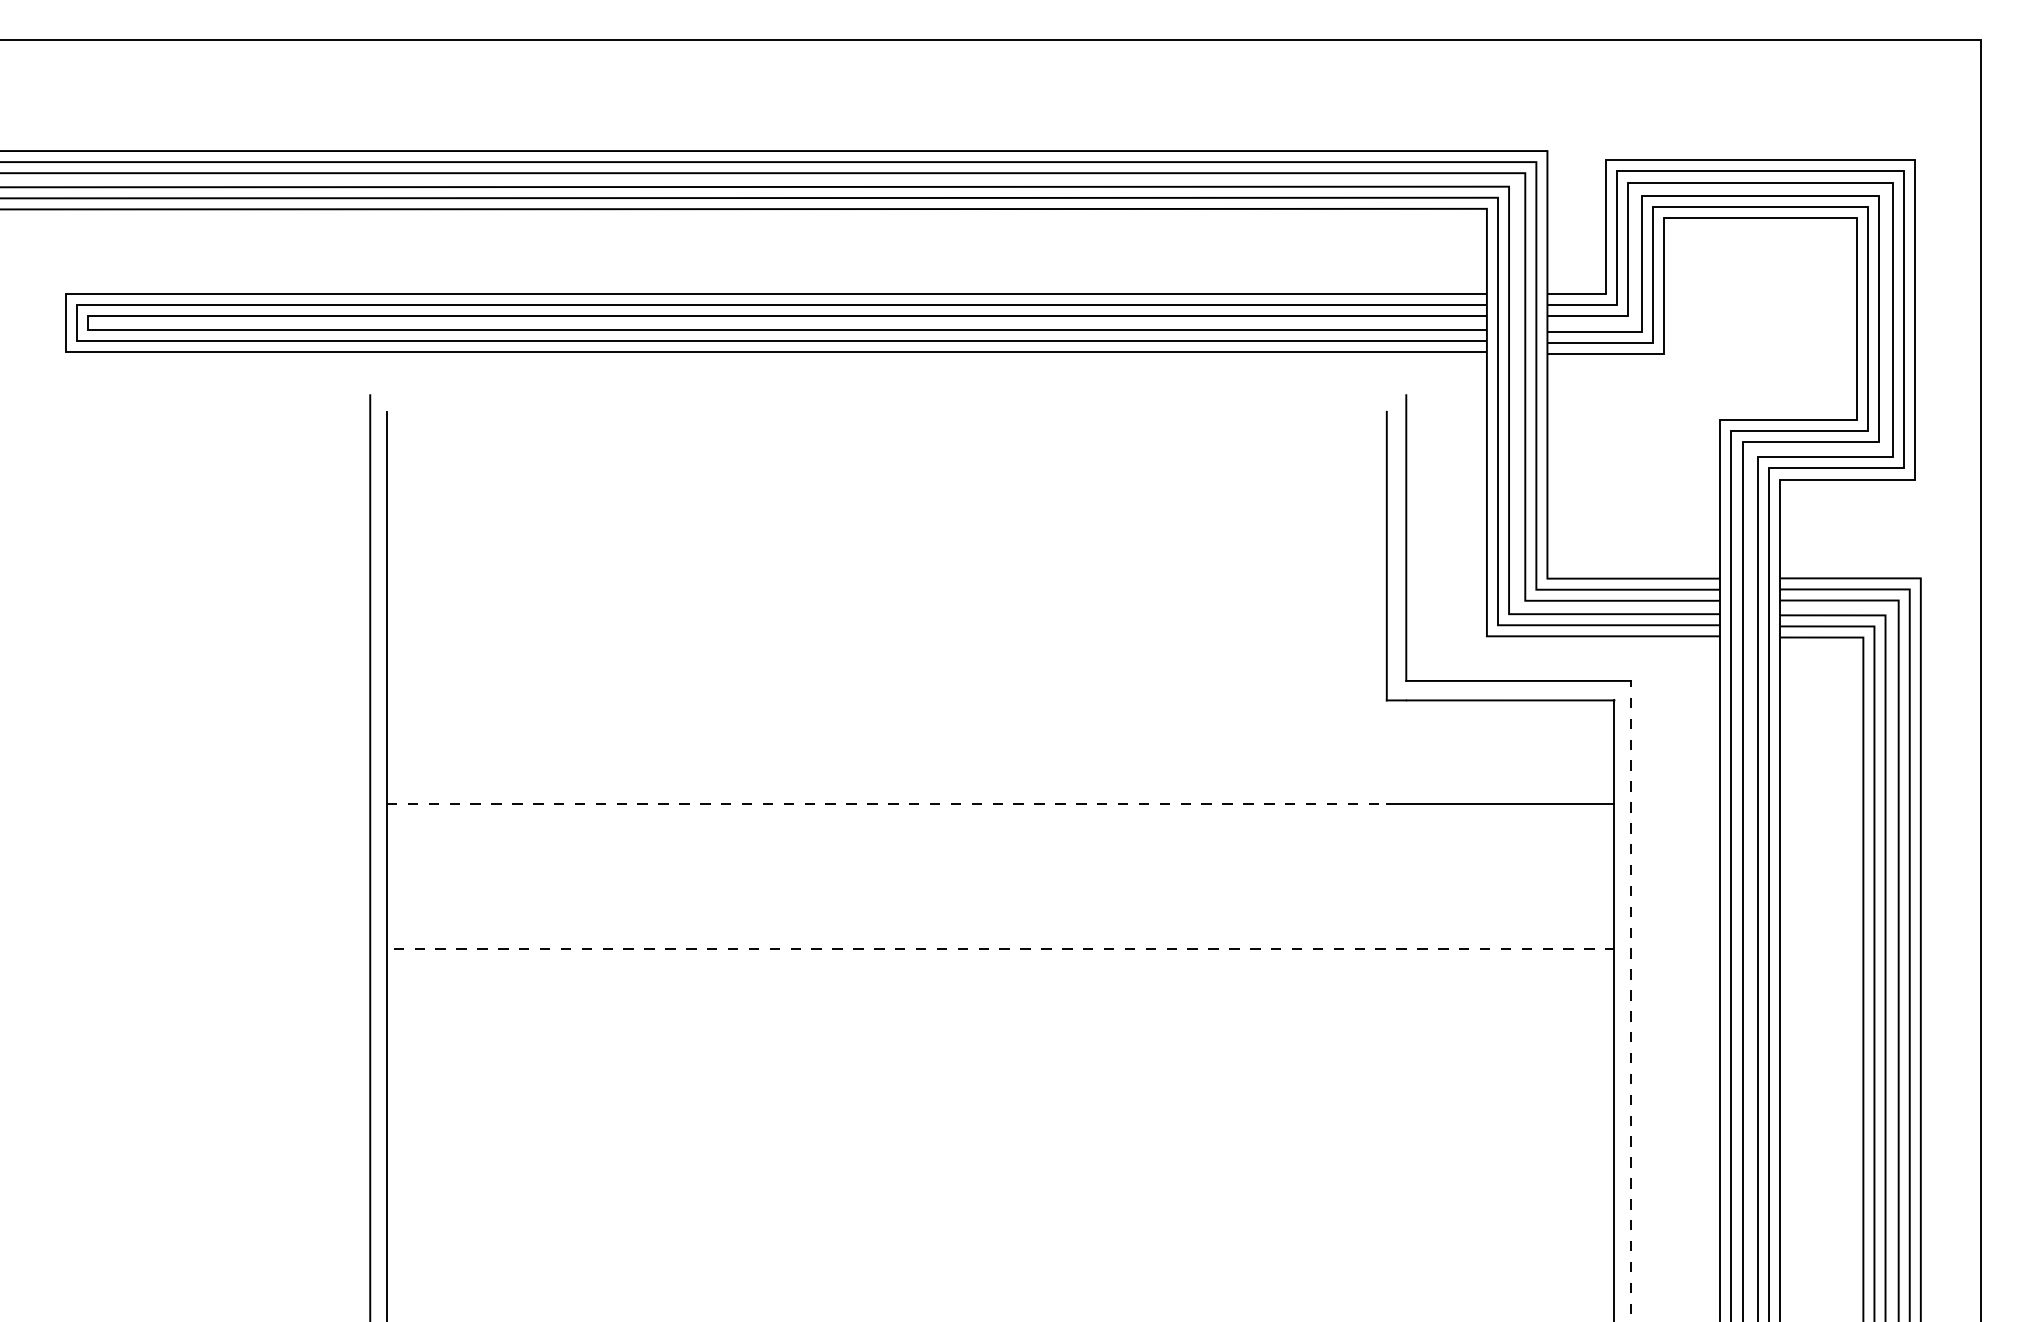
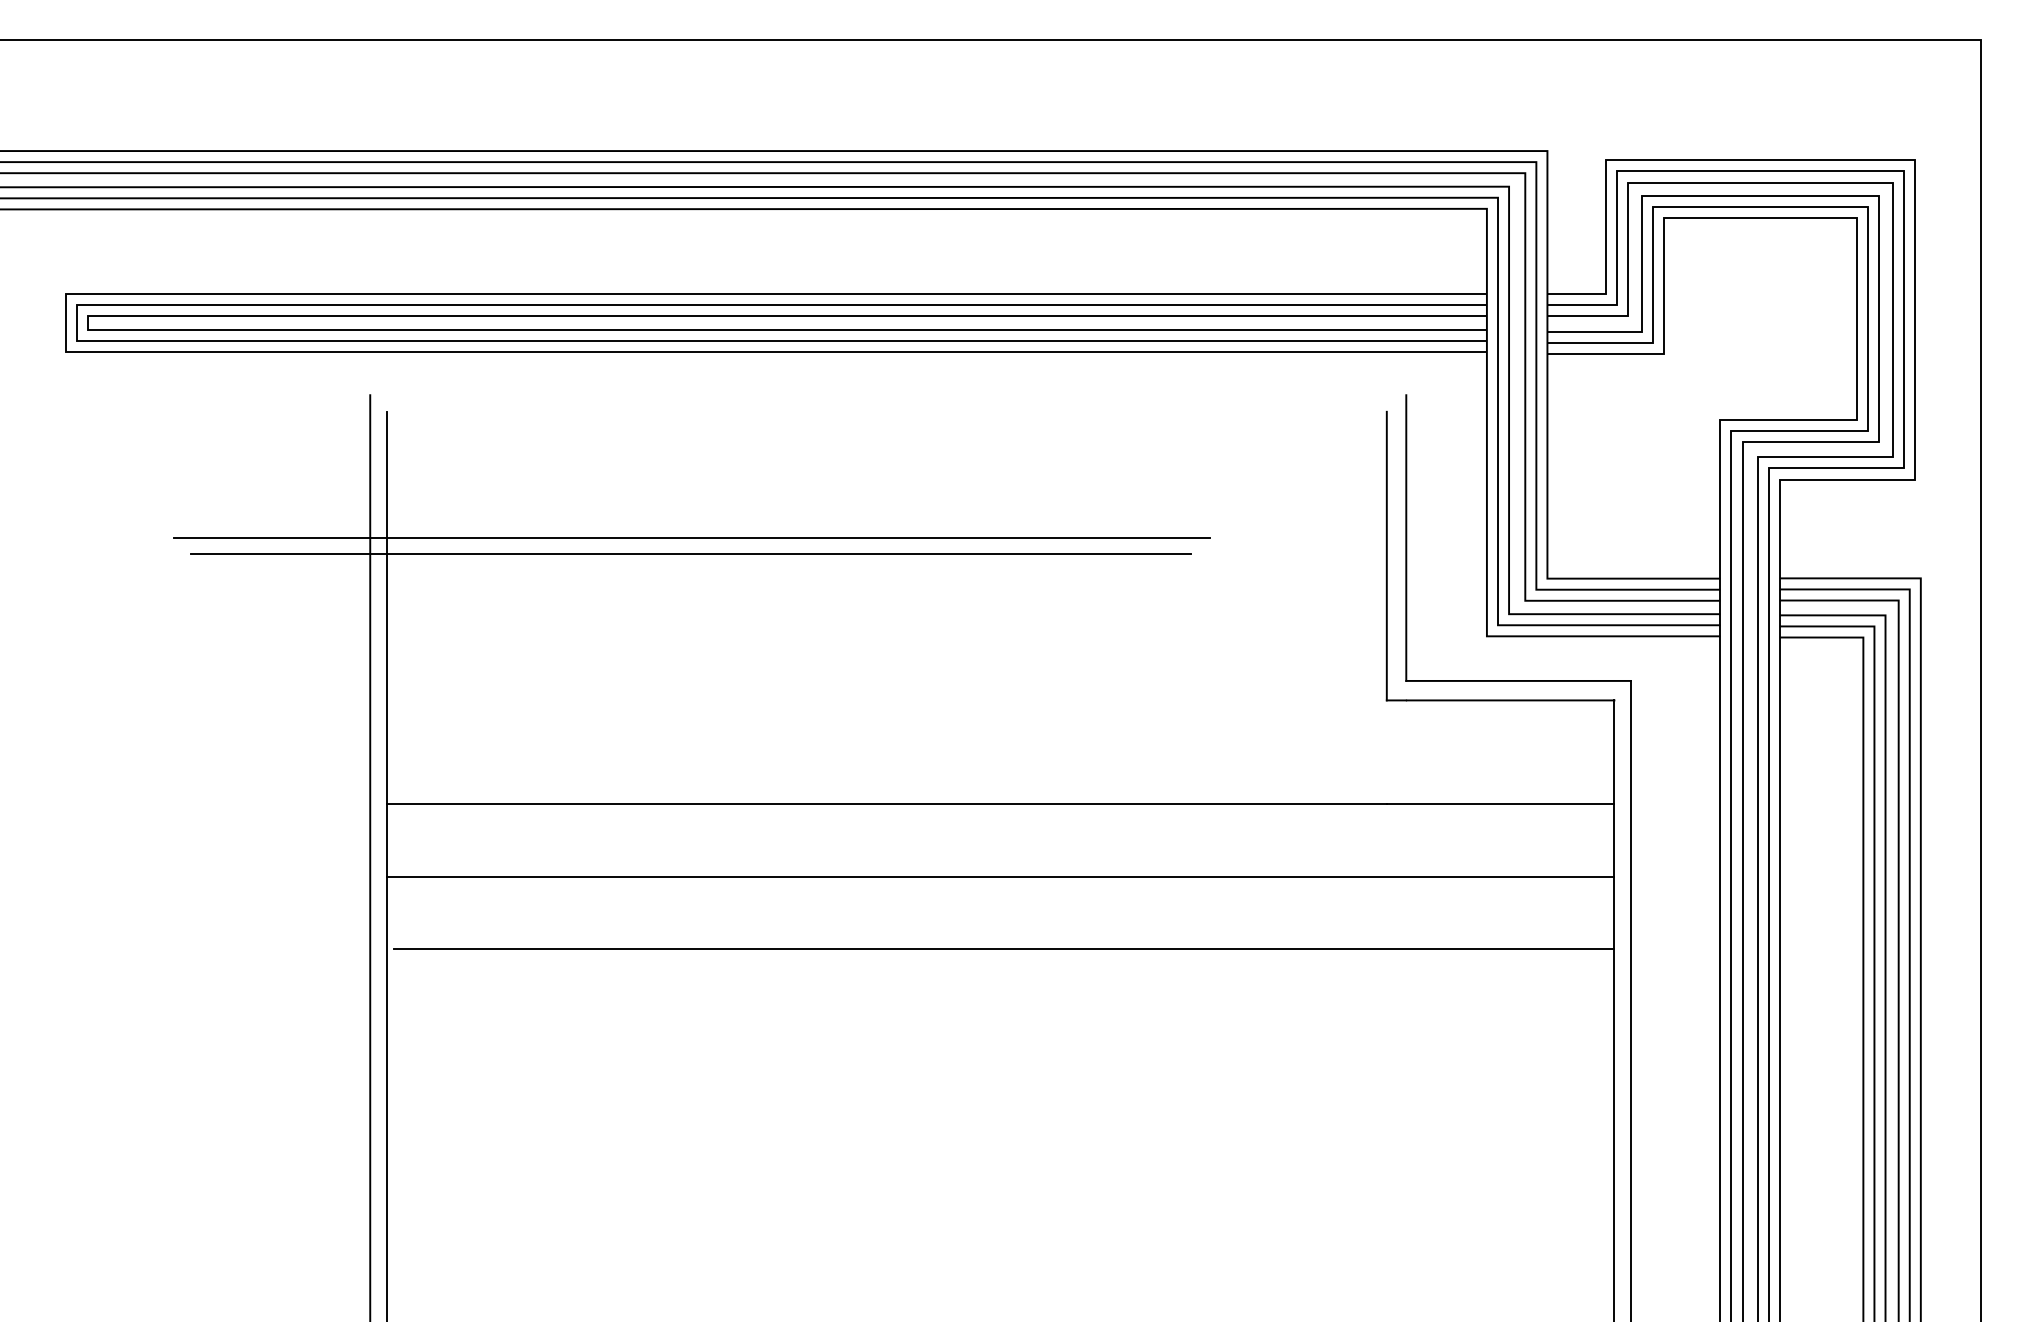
line at (692, 537): none -> present
line at (690, 554): none -> present
line at (886, 803): dashed -> solid
line at (1000, 876): none -> present
line at (1004, 949): dashed -> solid
line at (1631, 1000): dashed -> solid
